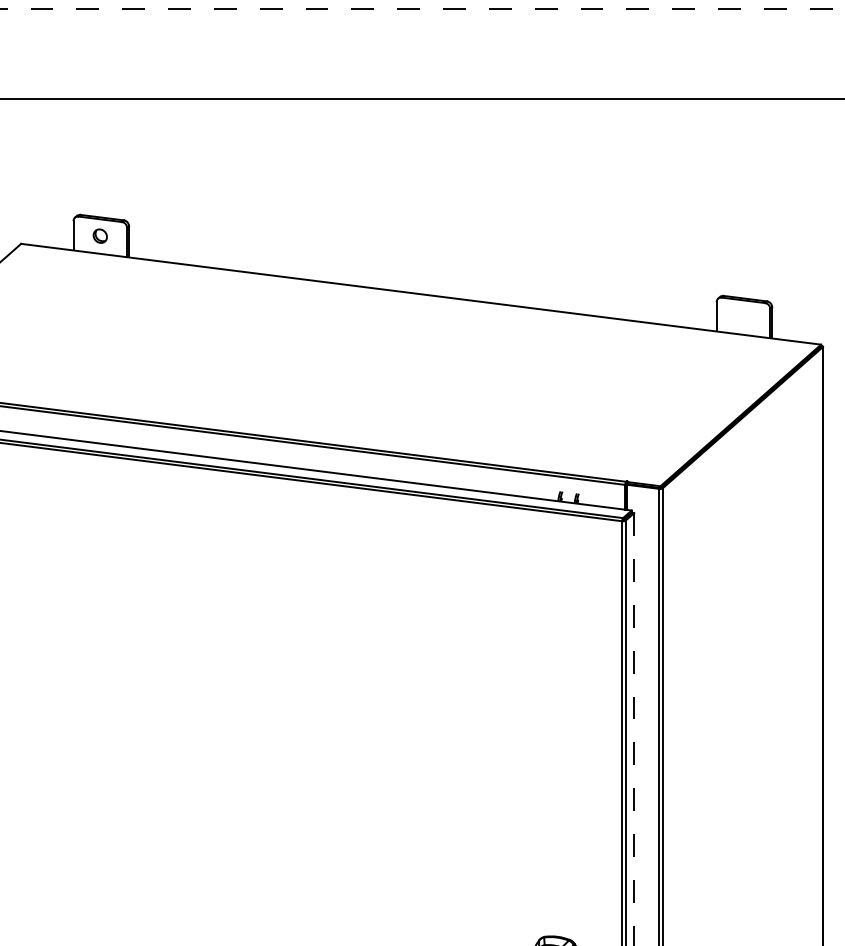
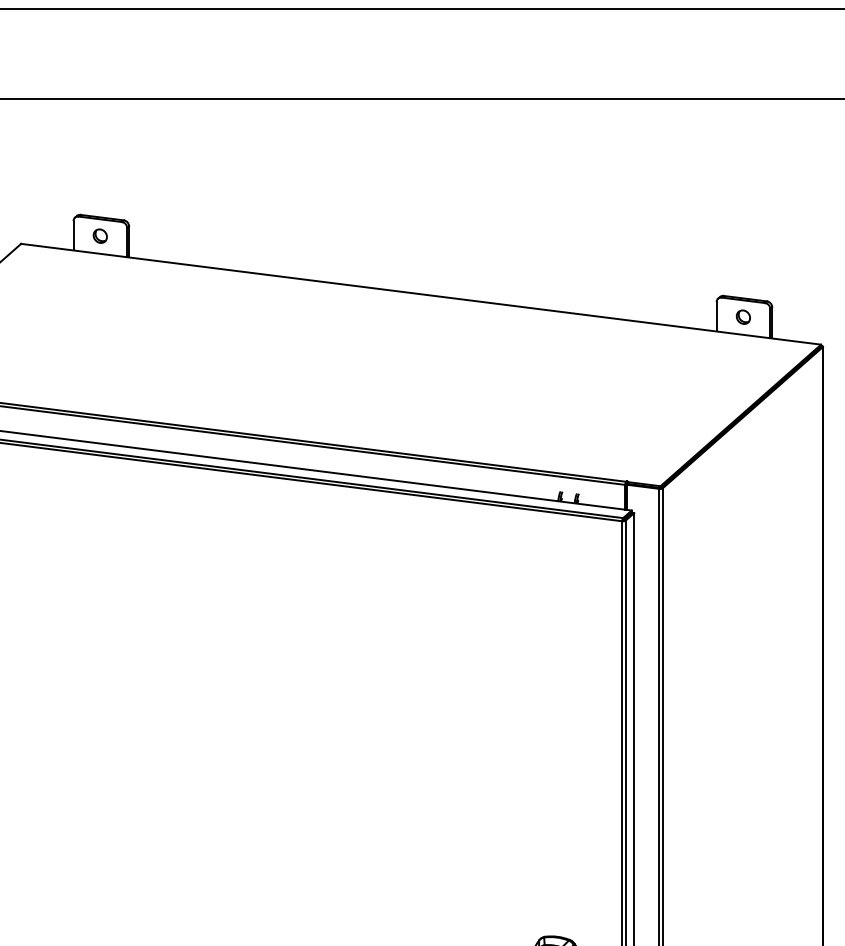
line at (422, 9): dashed -> solid
part at (742, 316): none -> present
line at (634, 729): dashed -> solid
